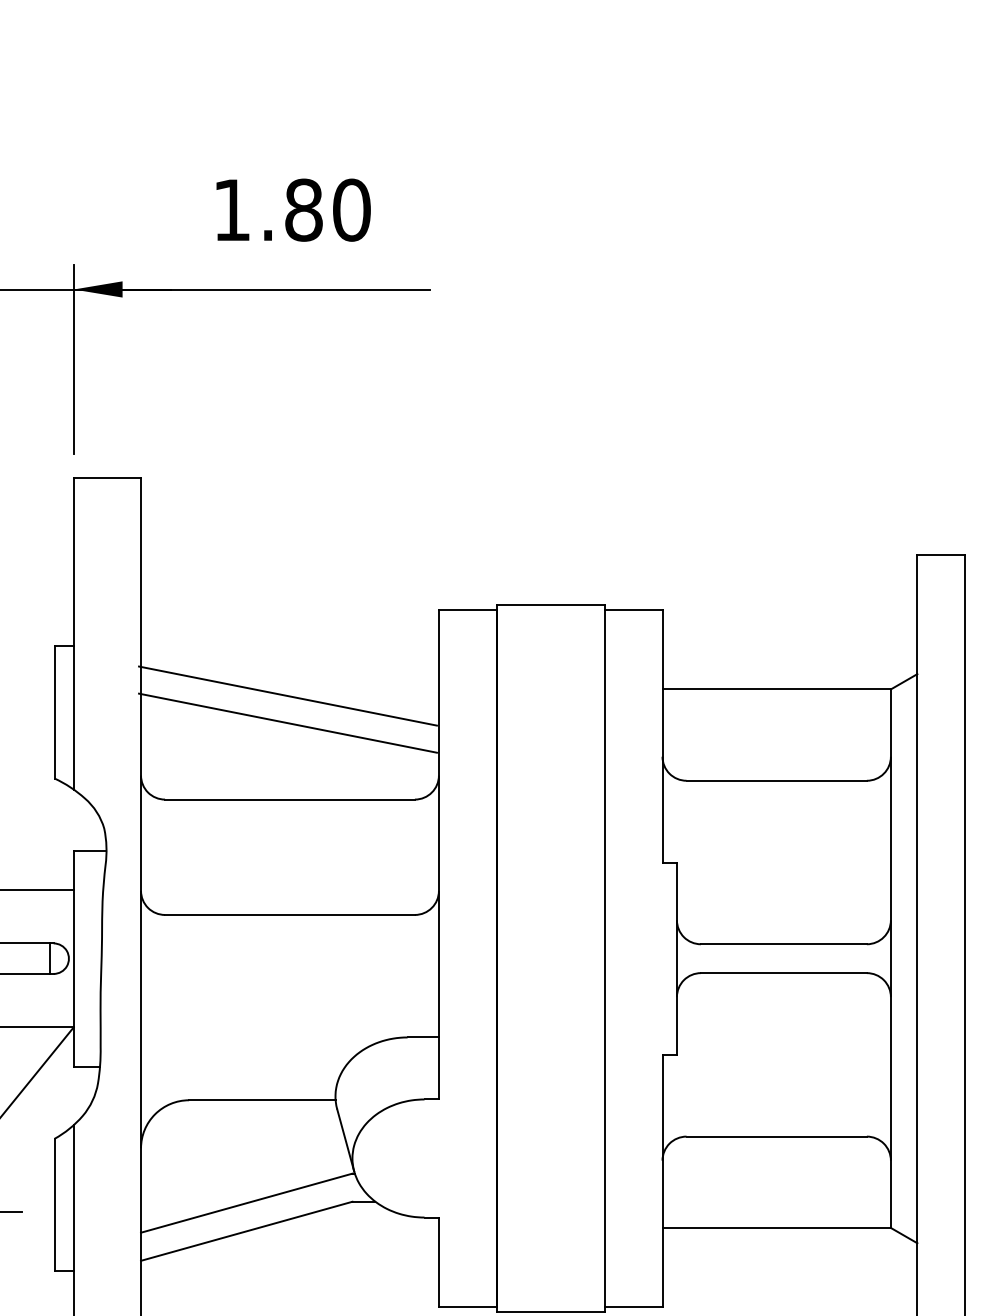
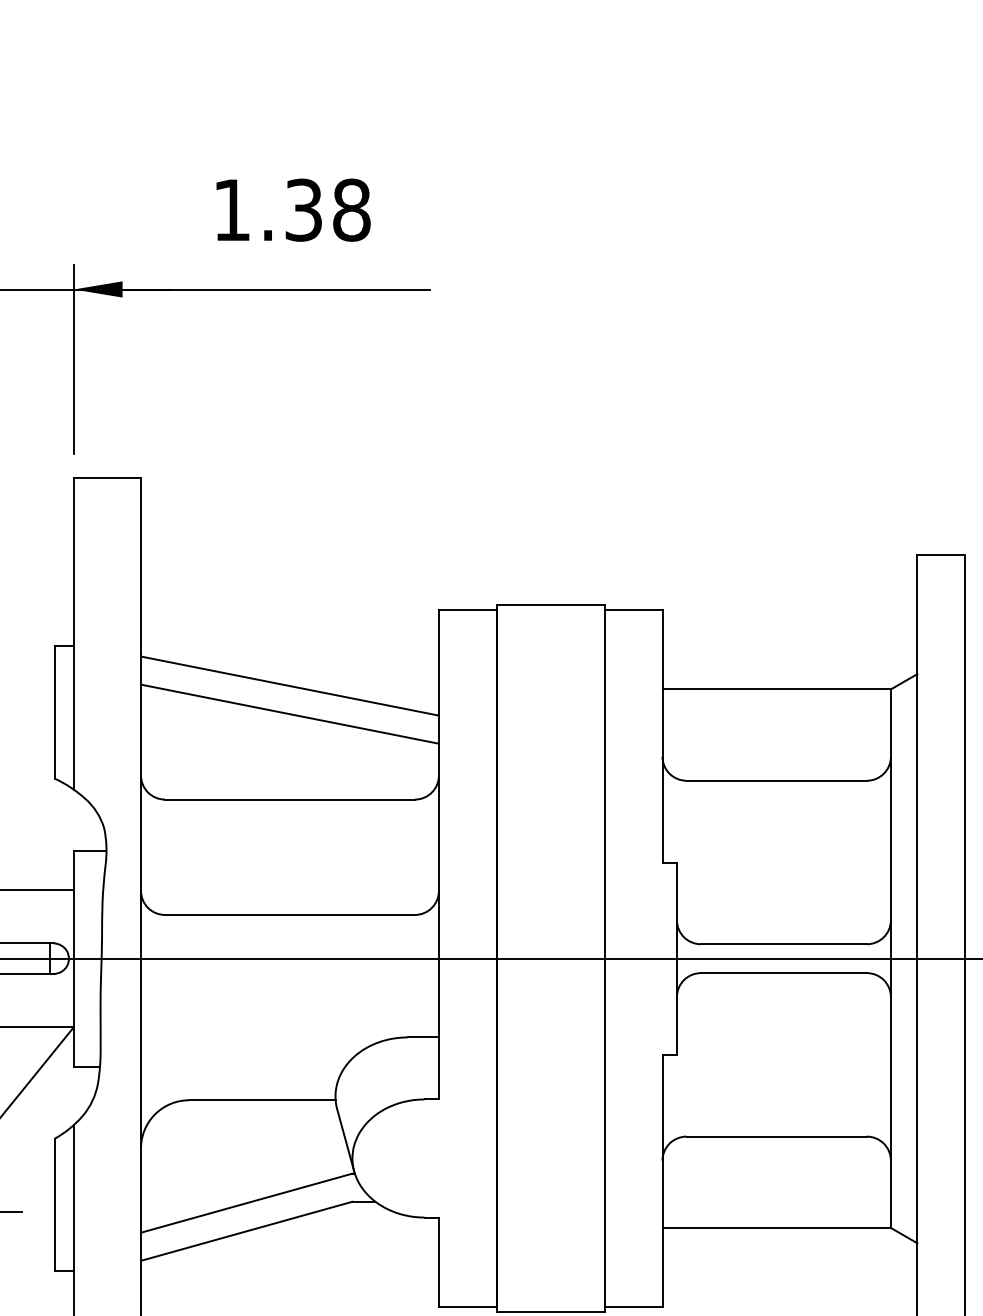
text at (327, 209): 1.80 -> 1.38
line at (287, 695) position: (287, 695) -> (289, 685)
line at (287, 722) position: (287, 722) -> (289, 713)
line at (490, 958): none -> present
